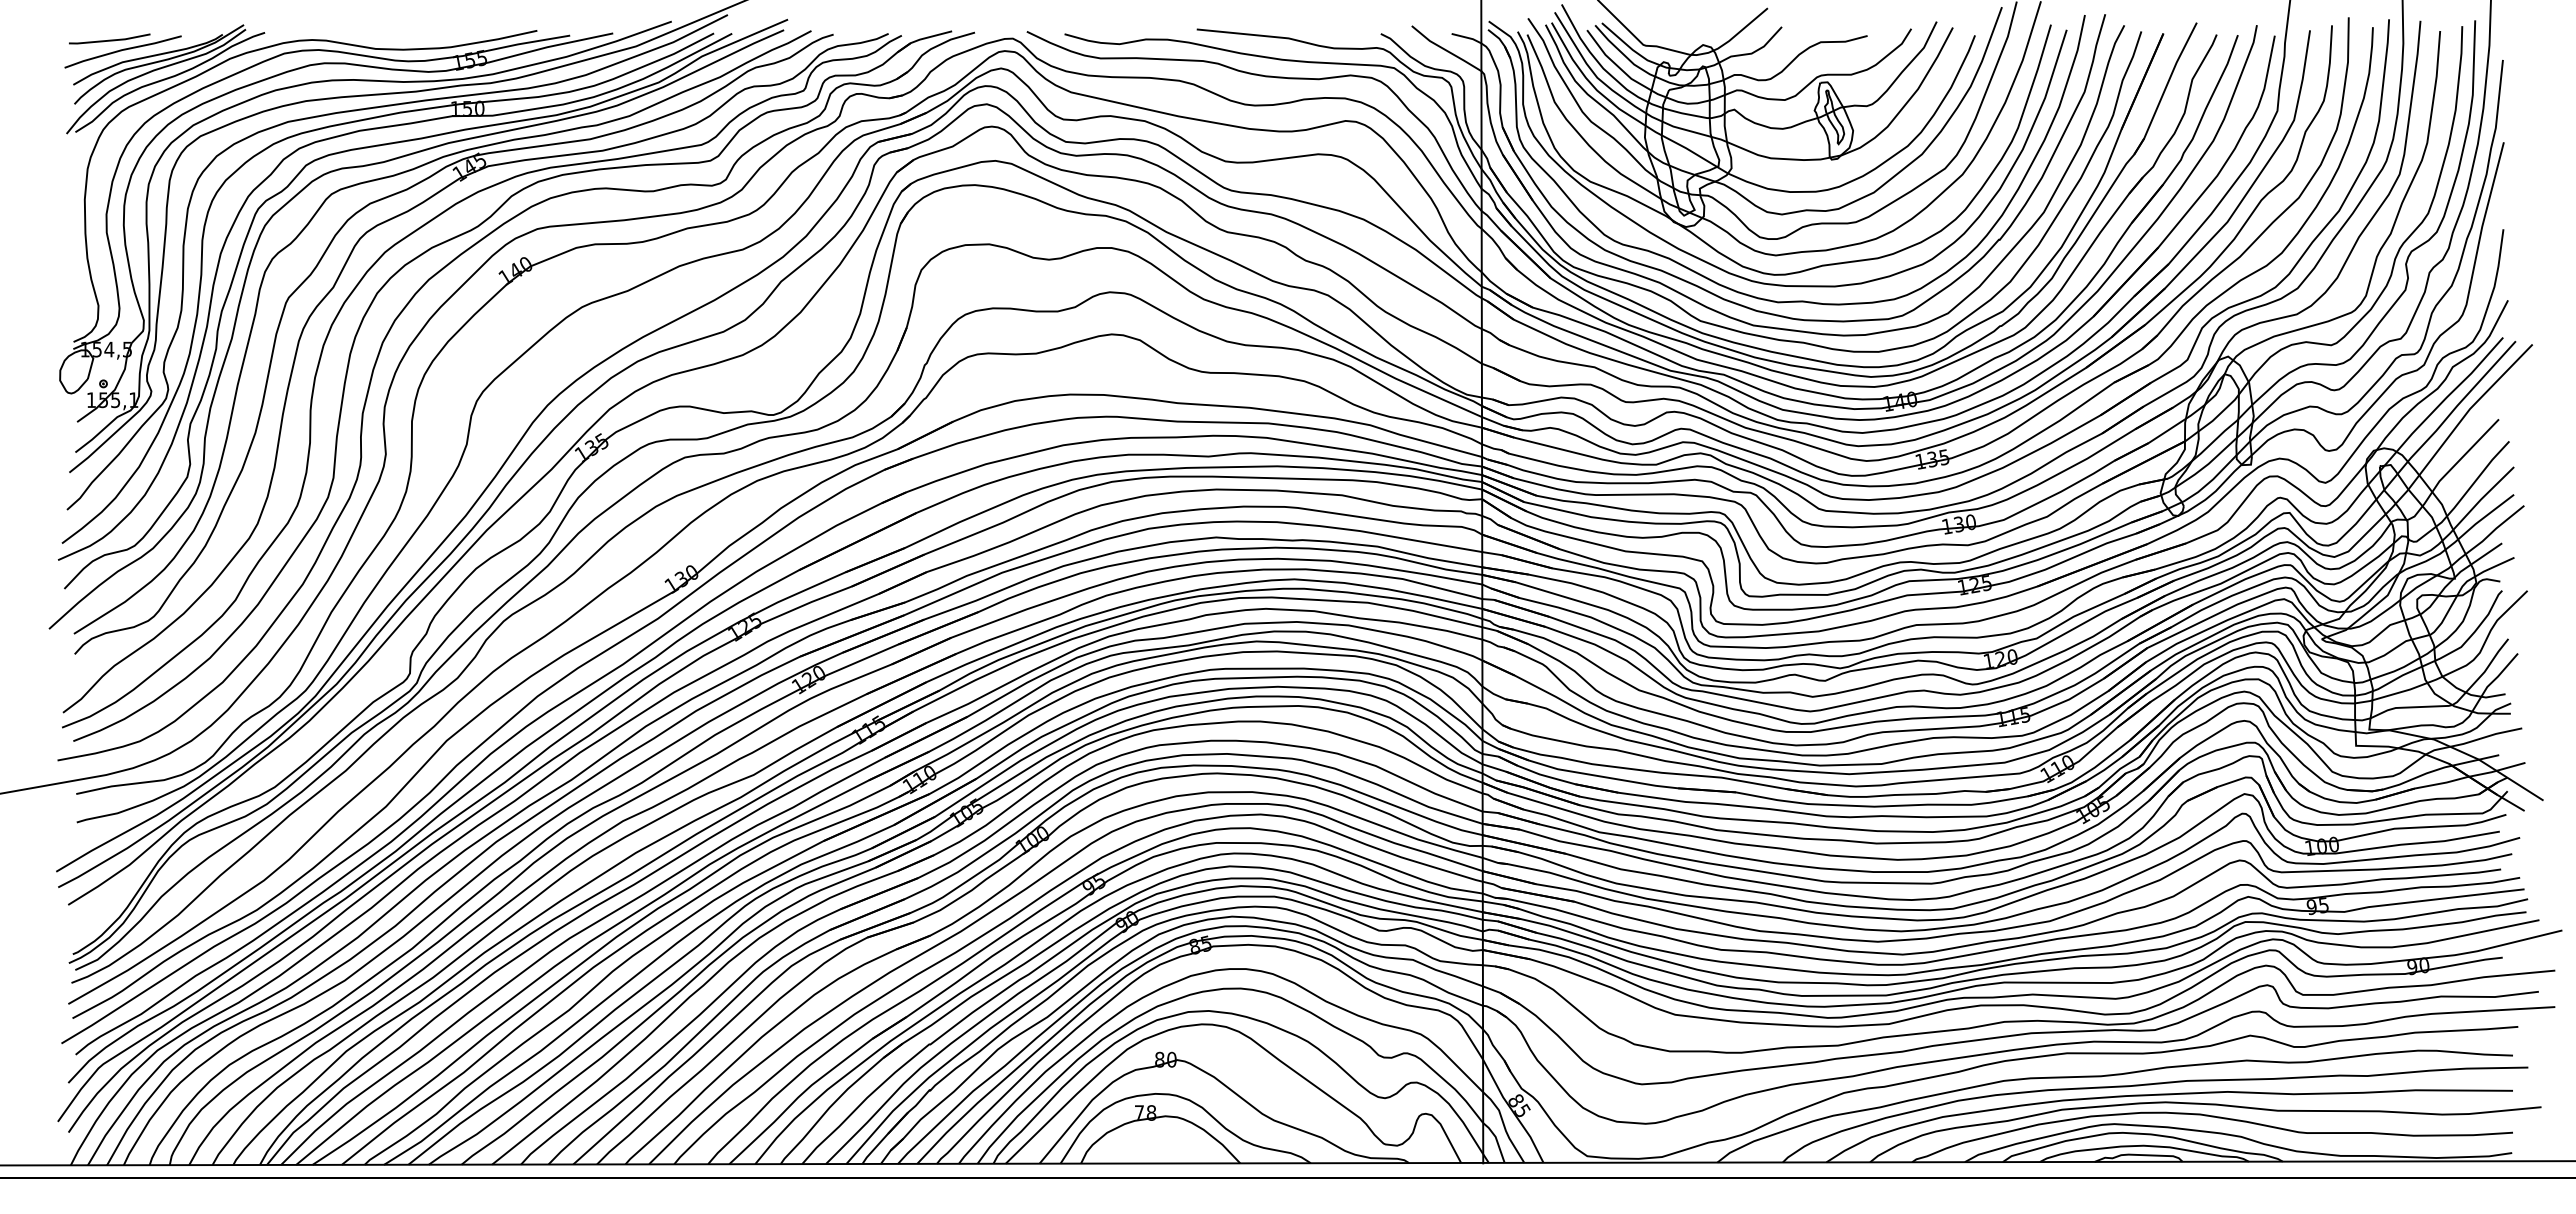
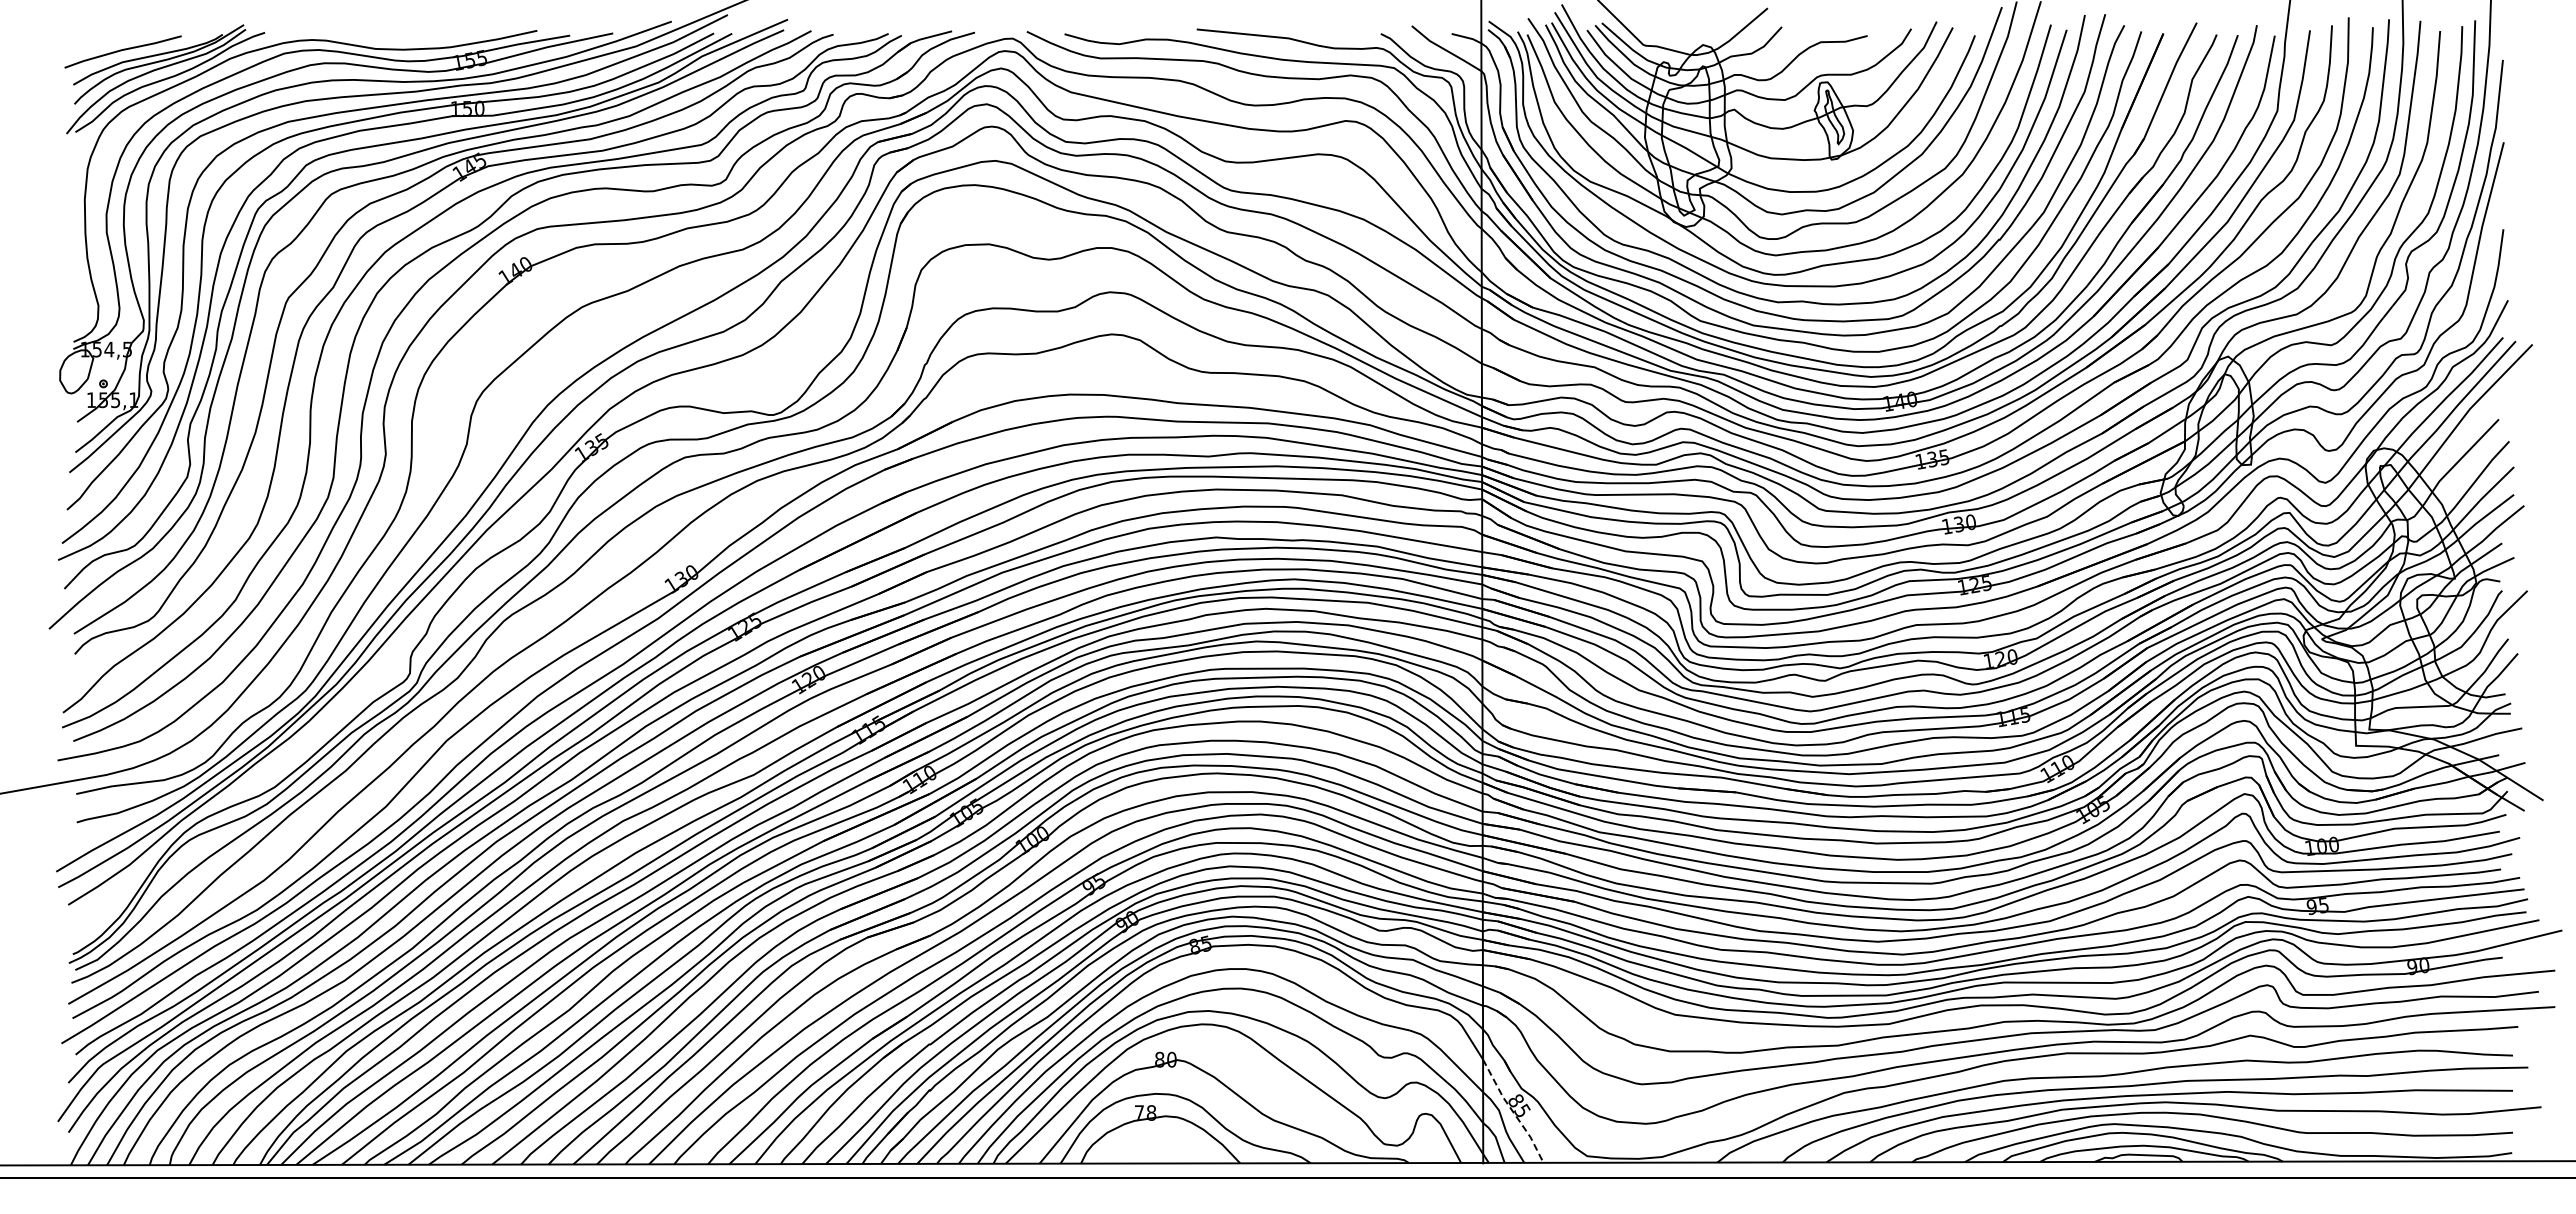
line at (109, 39): present -> none
line at (1513, 1111): solid -> dashed
